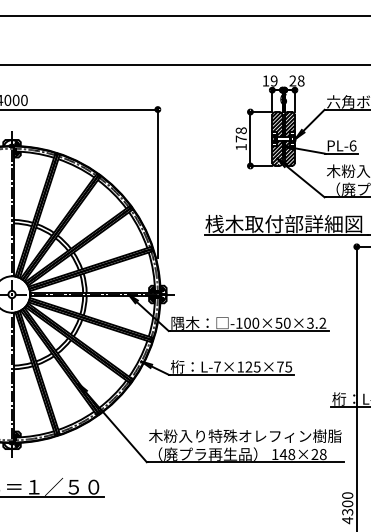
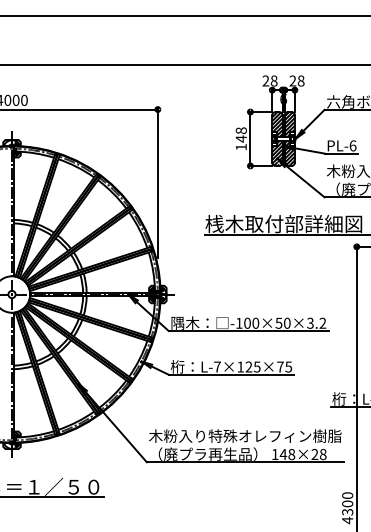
text at (269, 80): 19 -> 28
text at (240, 138): 178 -> 148
